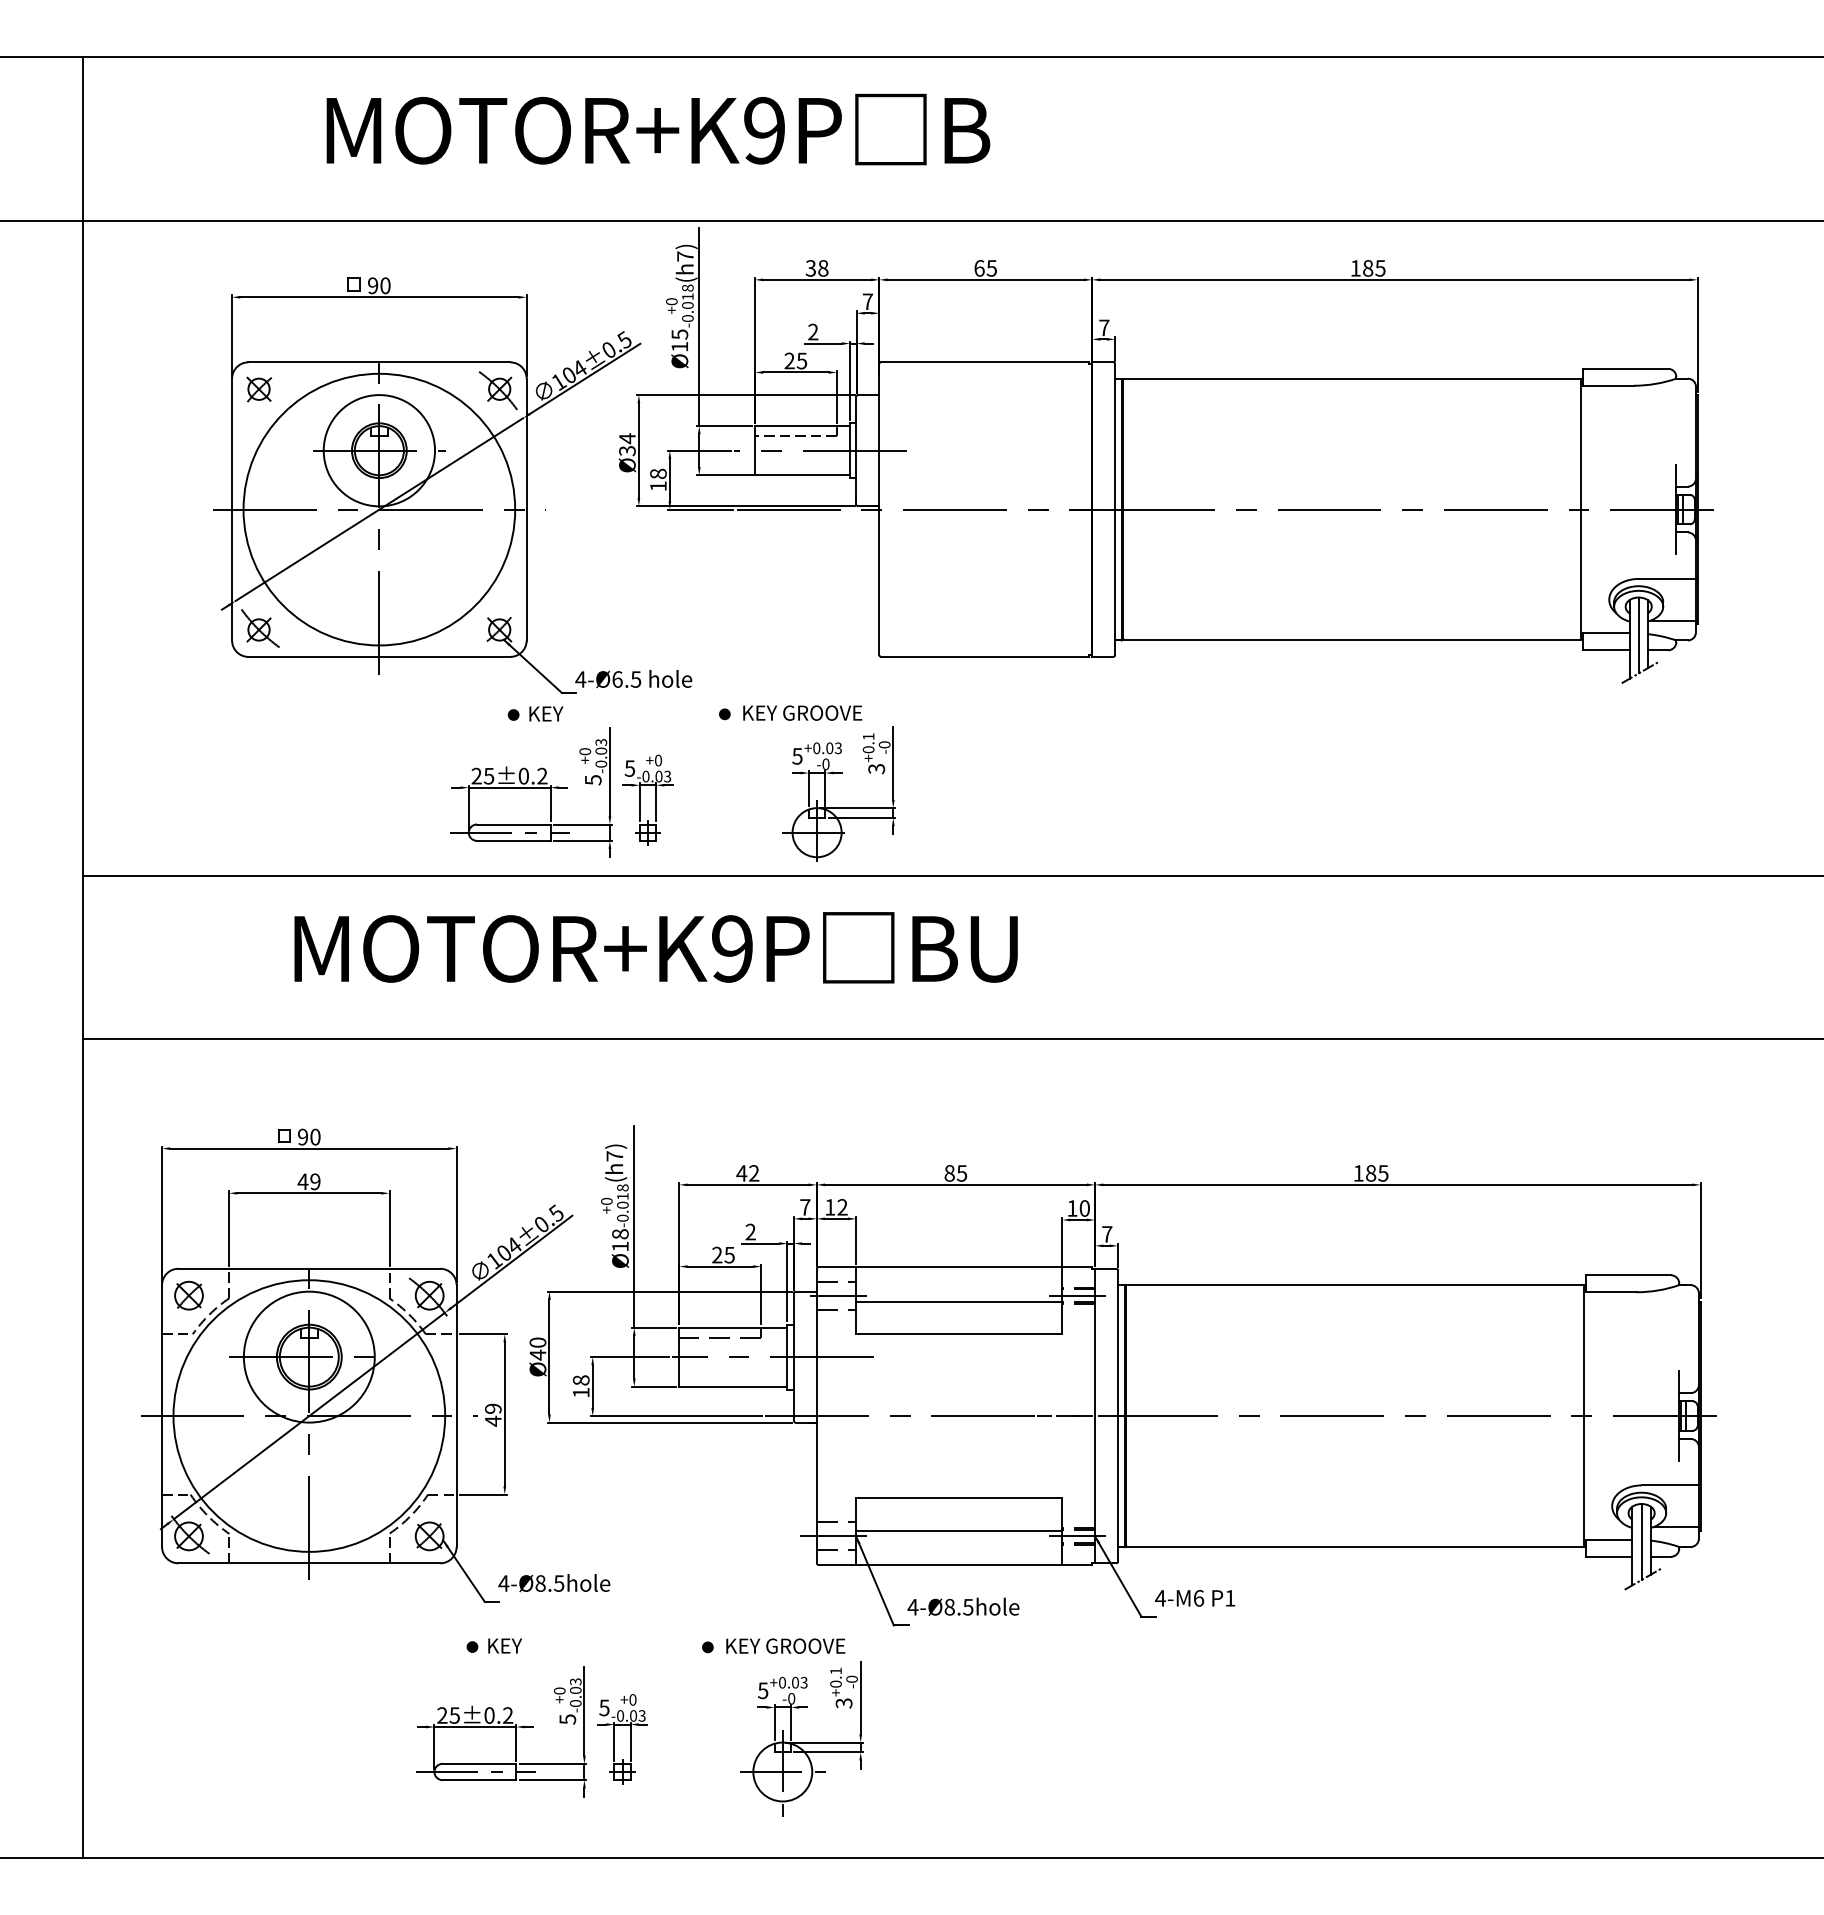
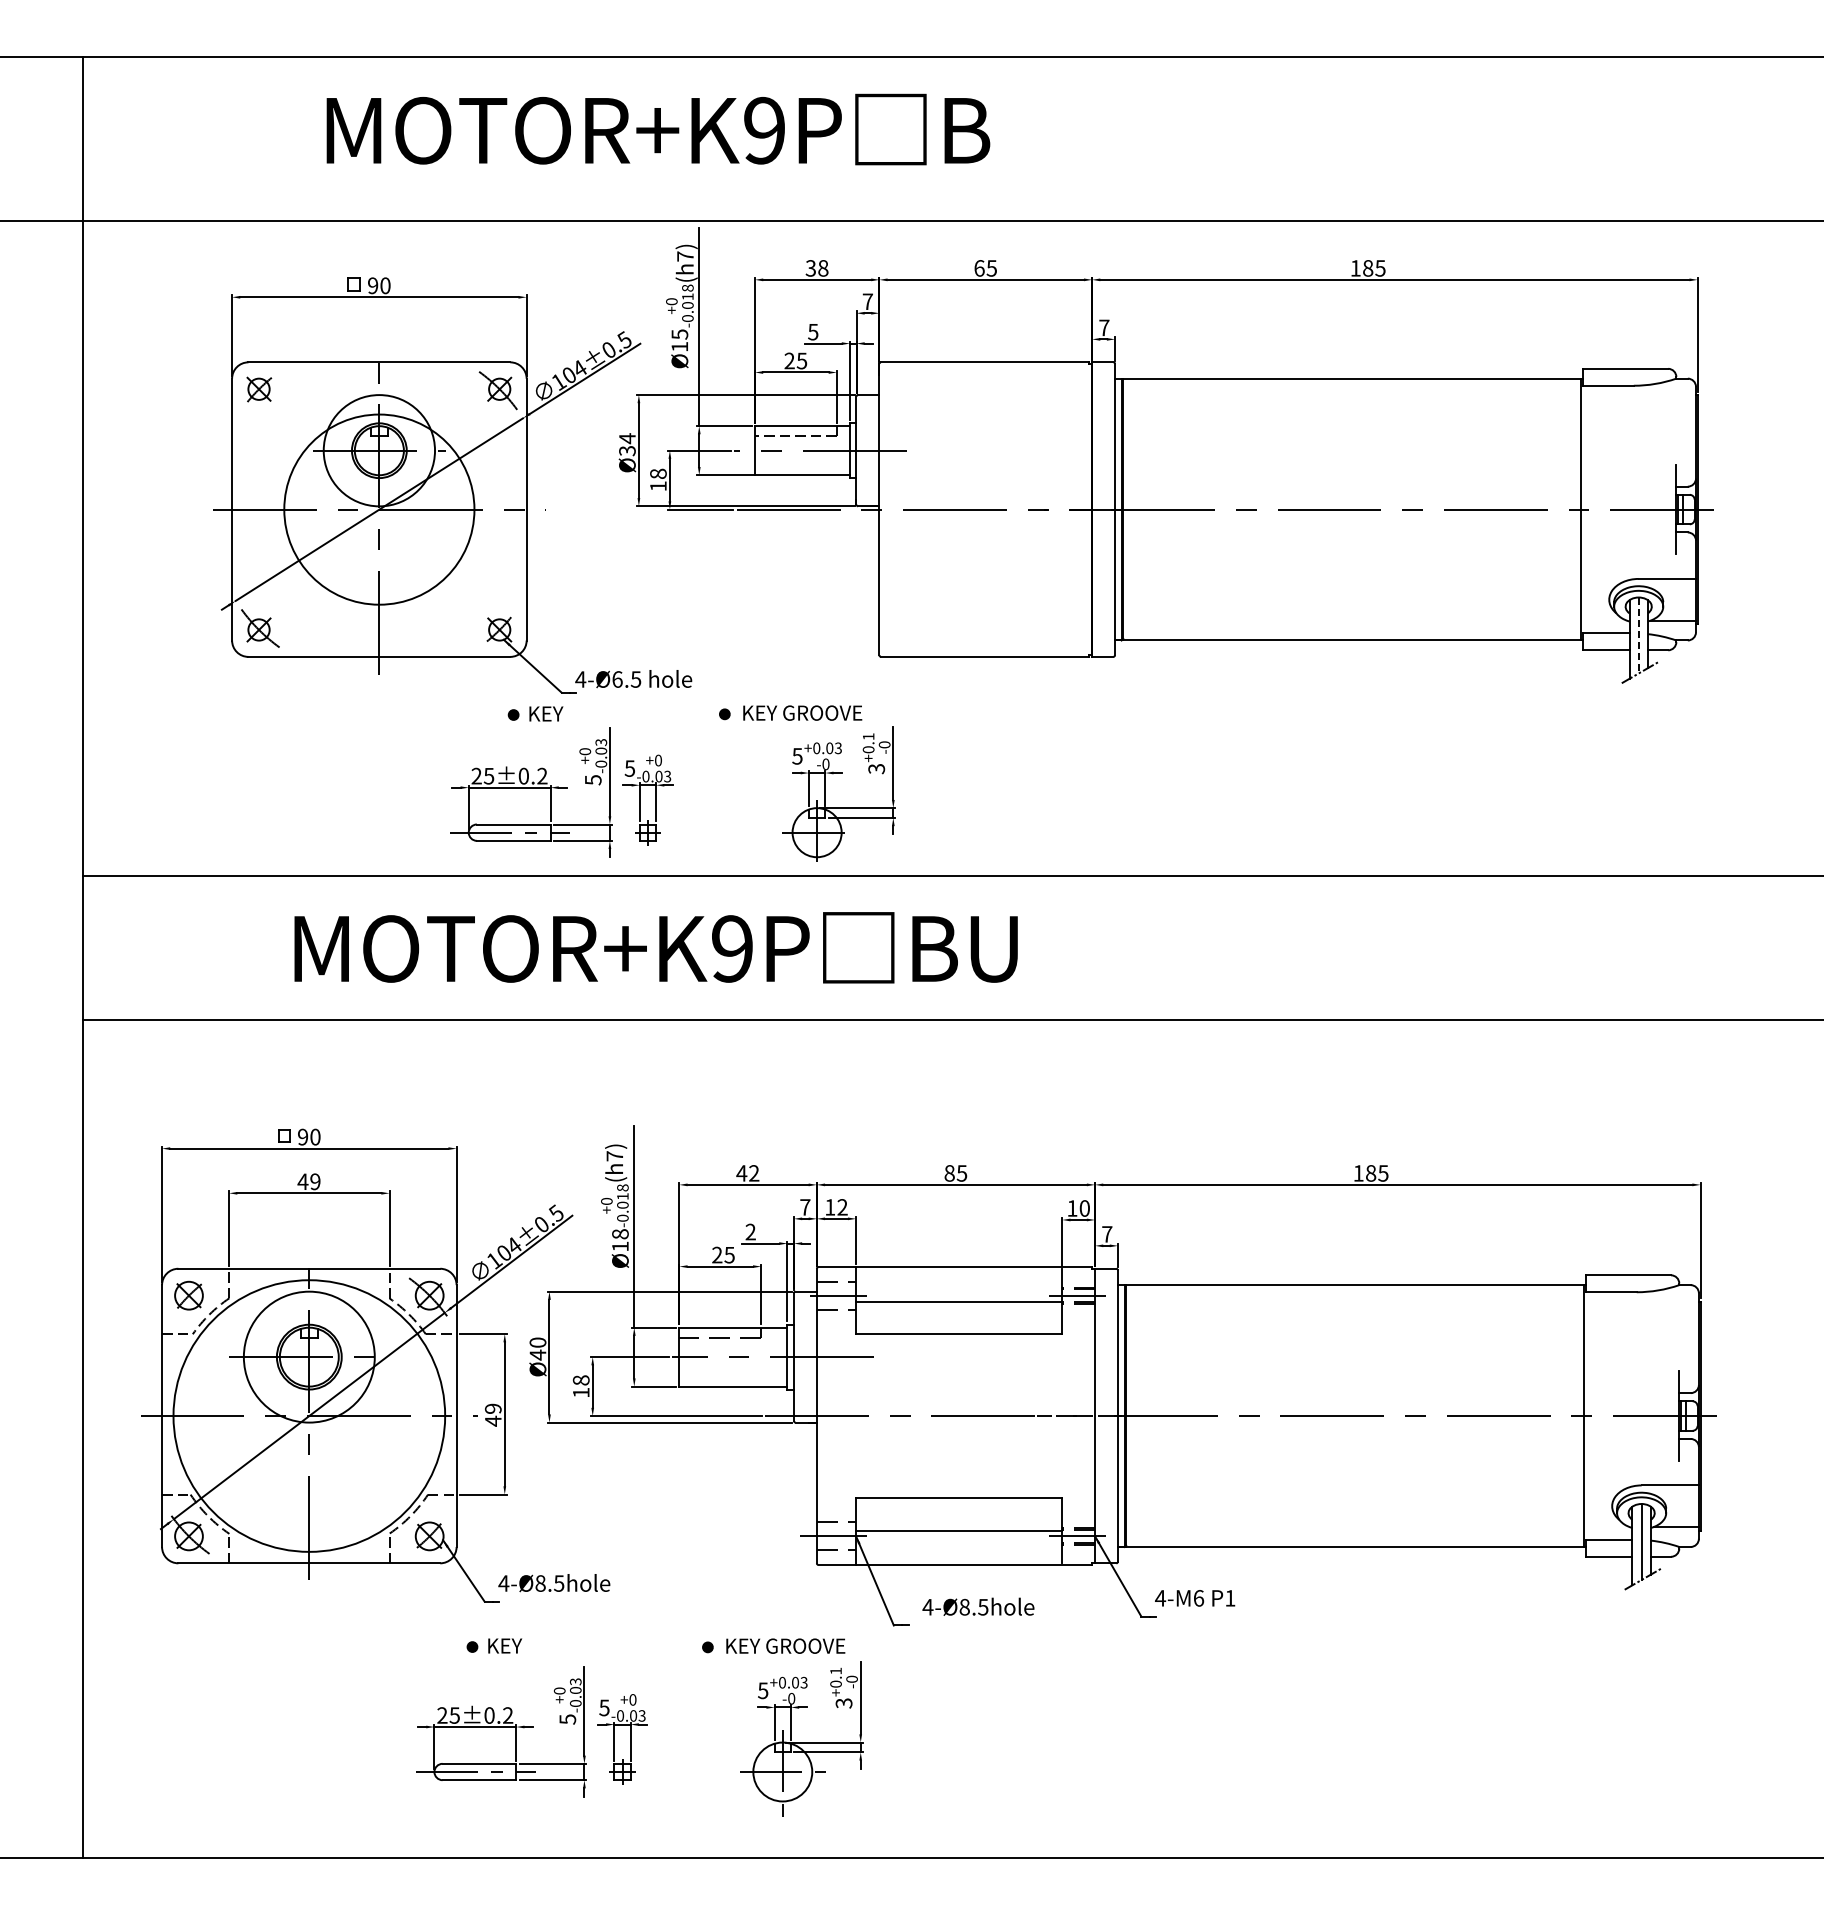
text at (813, 331): 2 -> 5
circle at (379, 509) diameter: 272 px -> 190 px
line at (1638, 635): solid -> dashed
line at (951, 1039) position: (951, 1039) -> (951, 1020)
text at (963, 1606) position: (963, 1606) -> (978, 1606)
